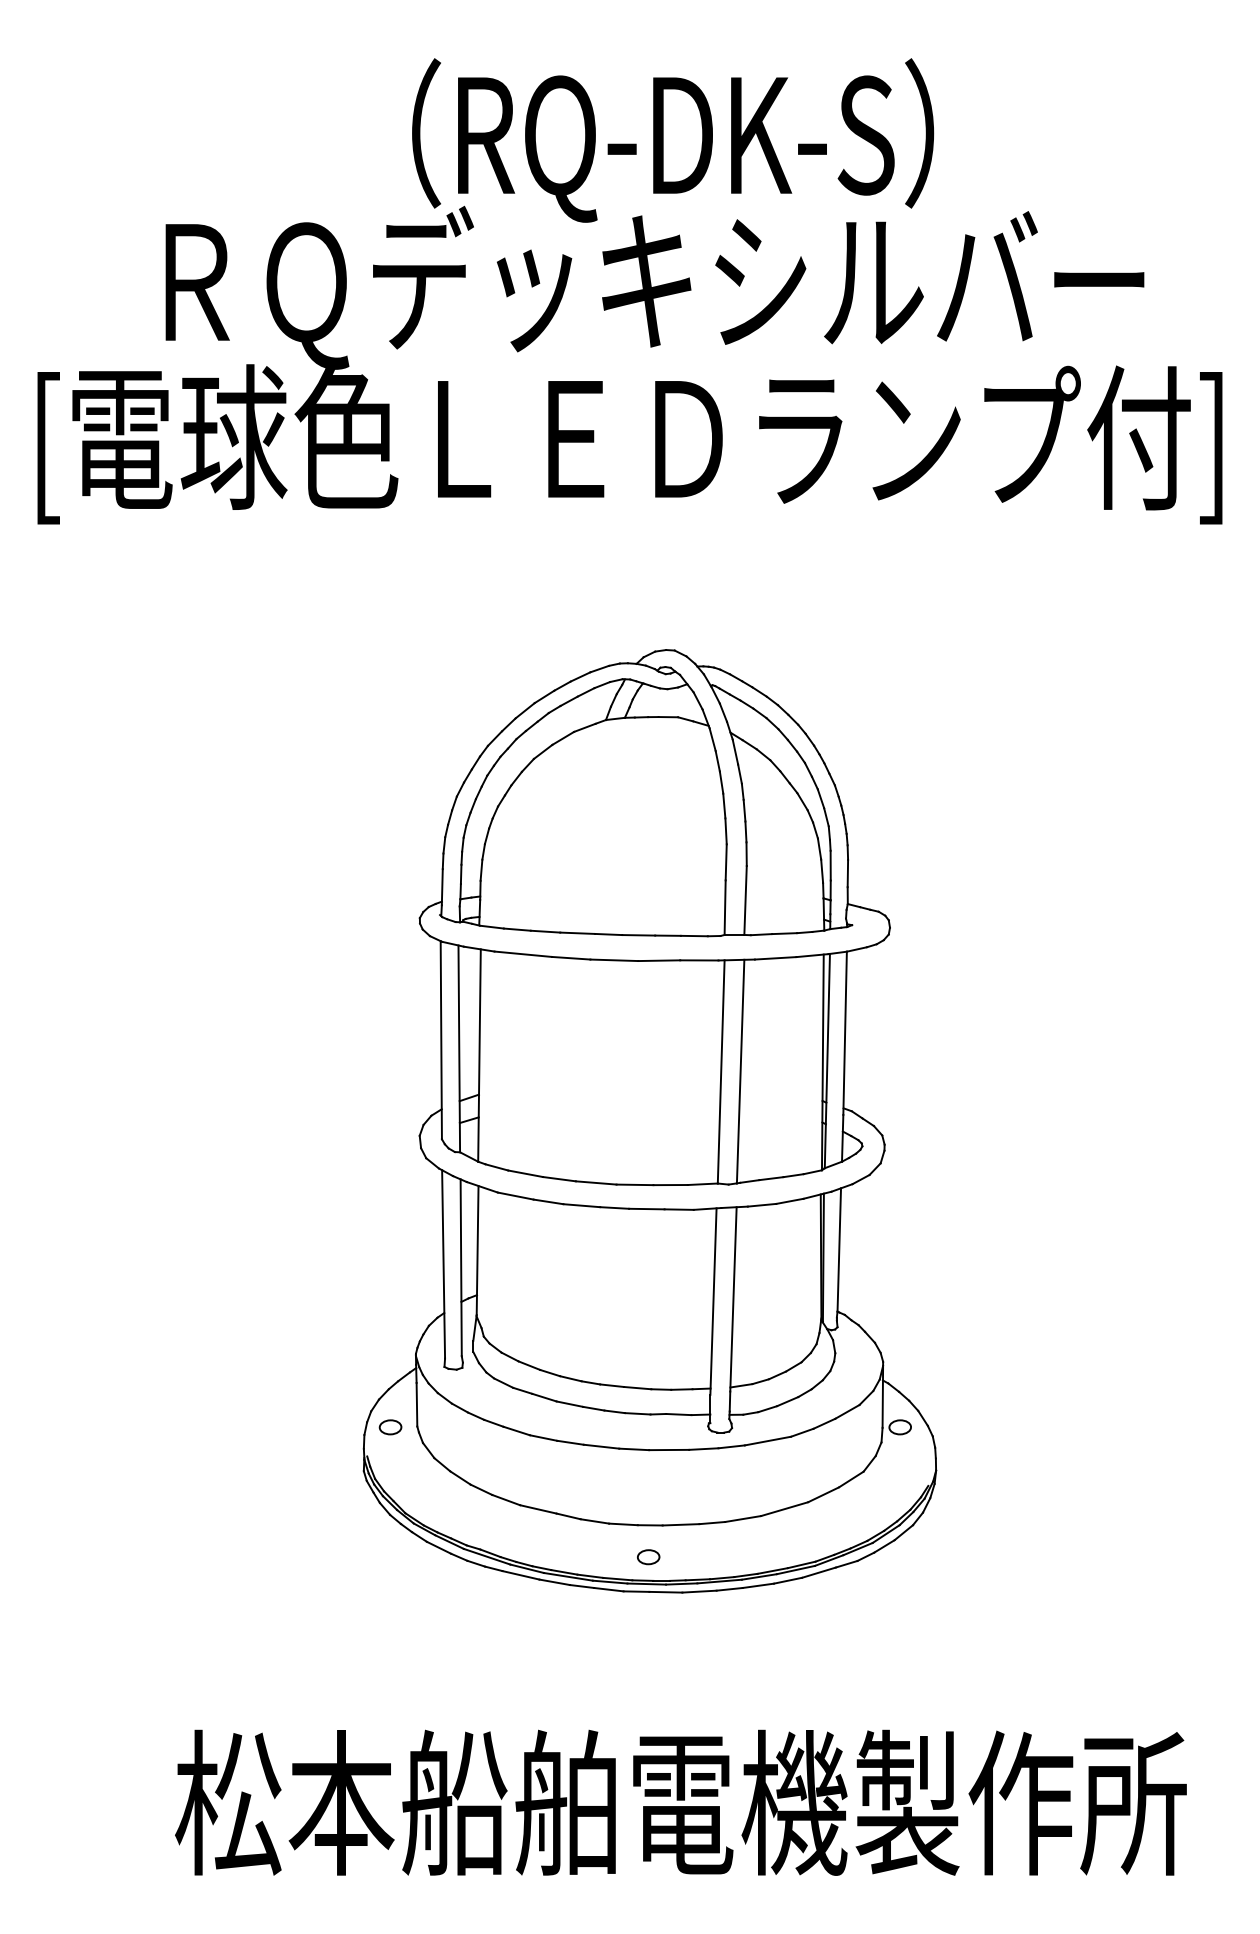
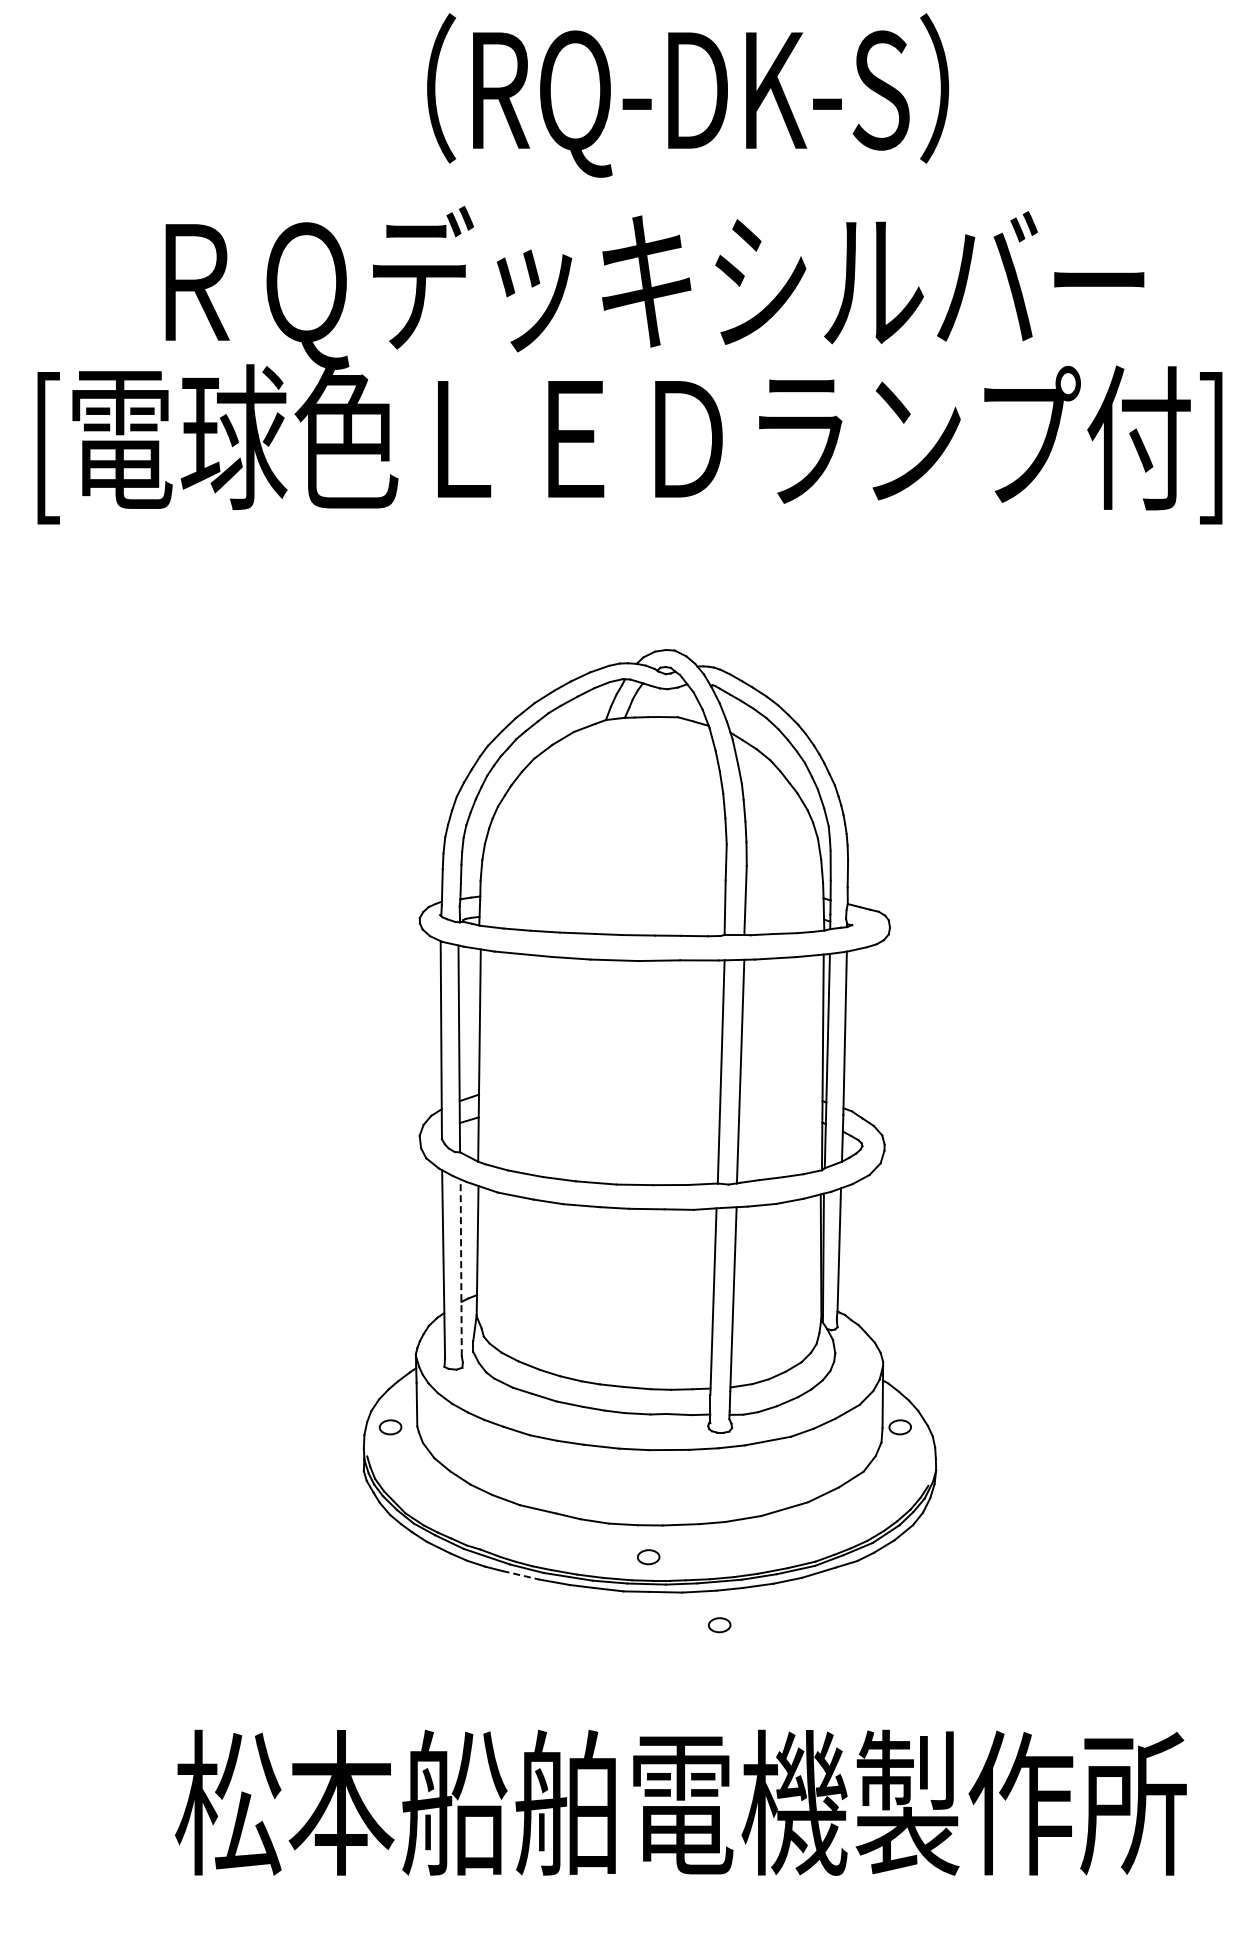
text at (673, 140) position: (673, 140) -> (688, 95)
line at (461, 1267): solid -> dashed
line at (520, 1575): solid -> dashed
part at (719, 1625): none -> present
